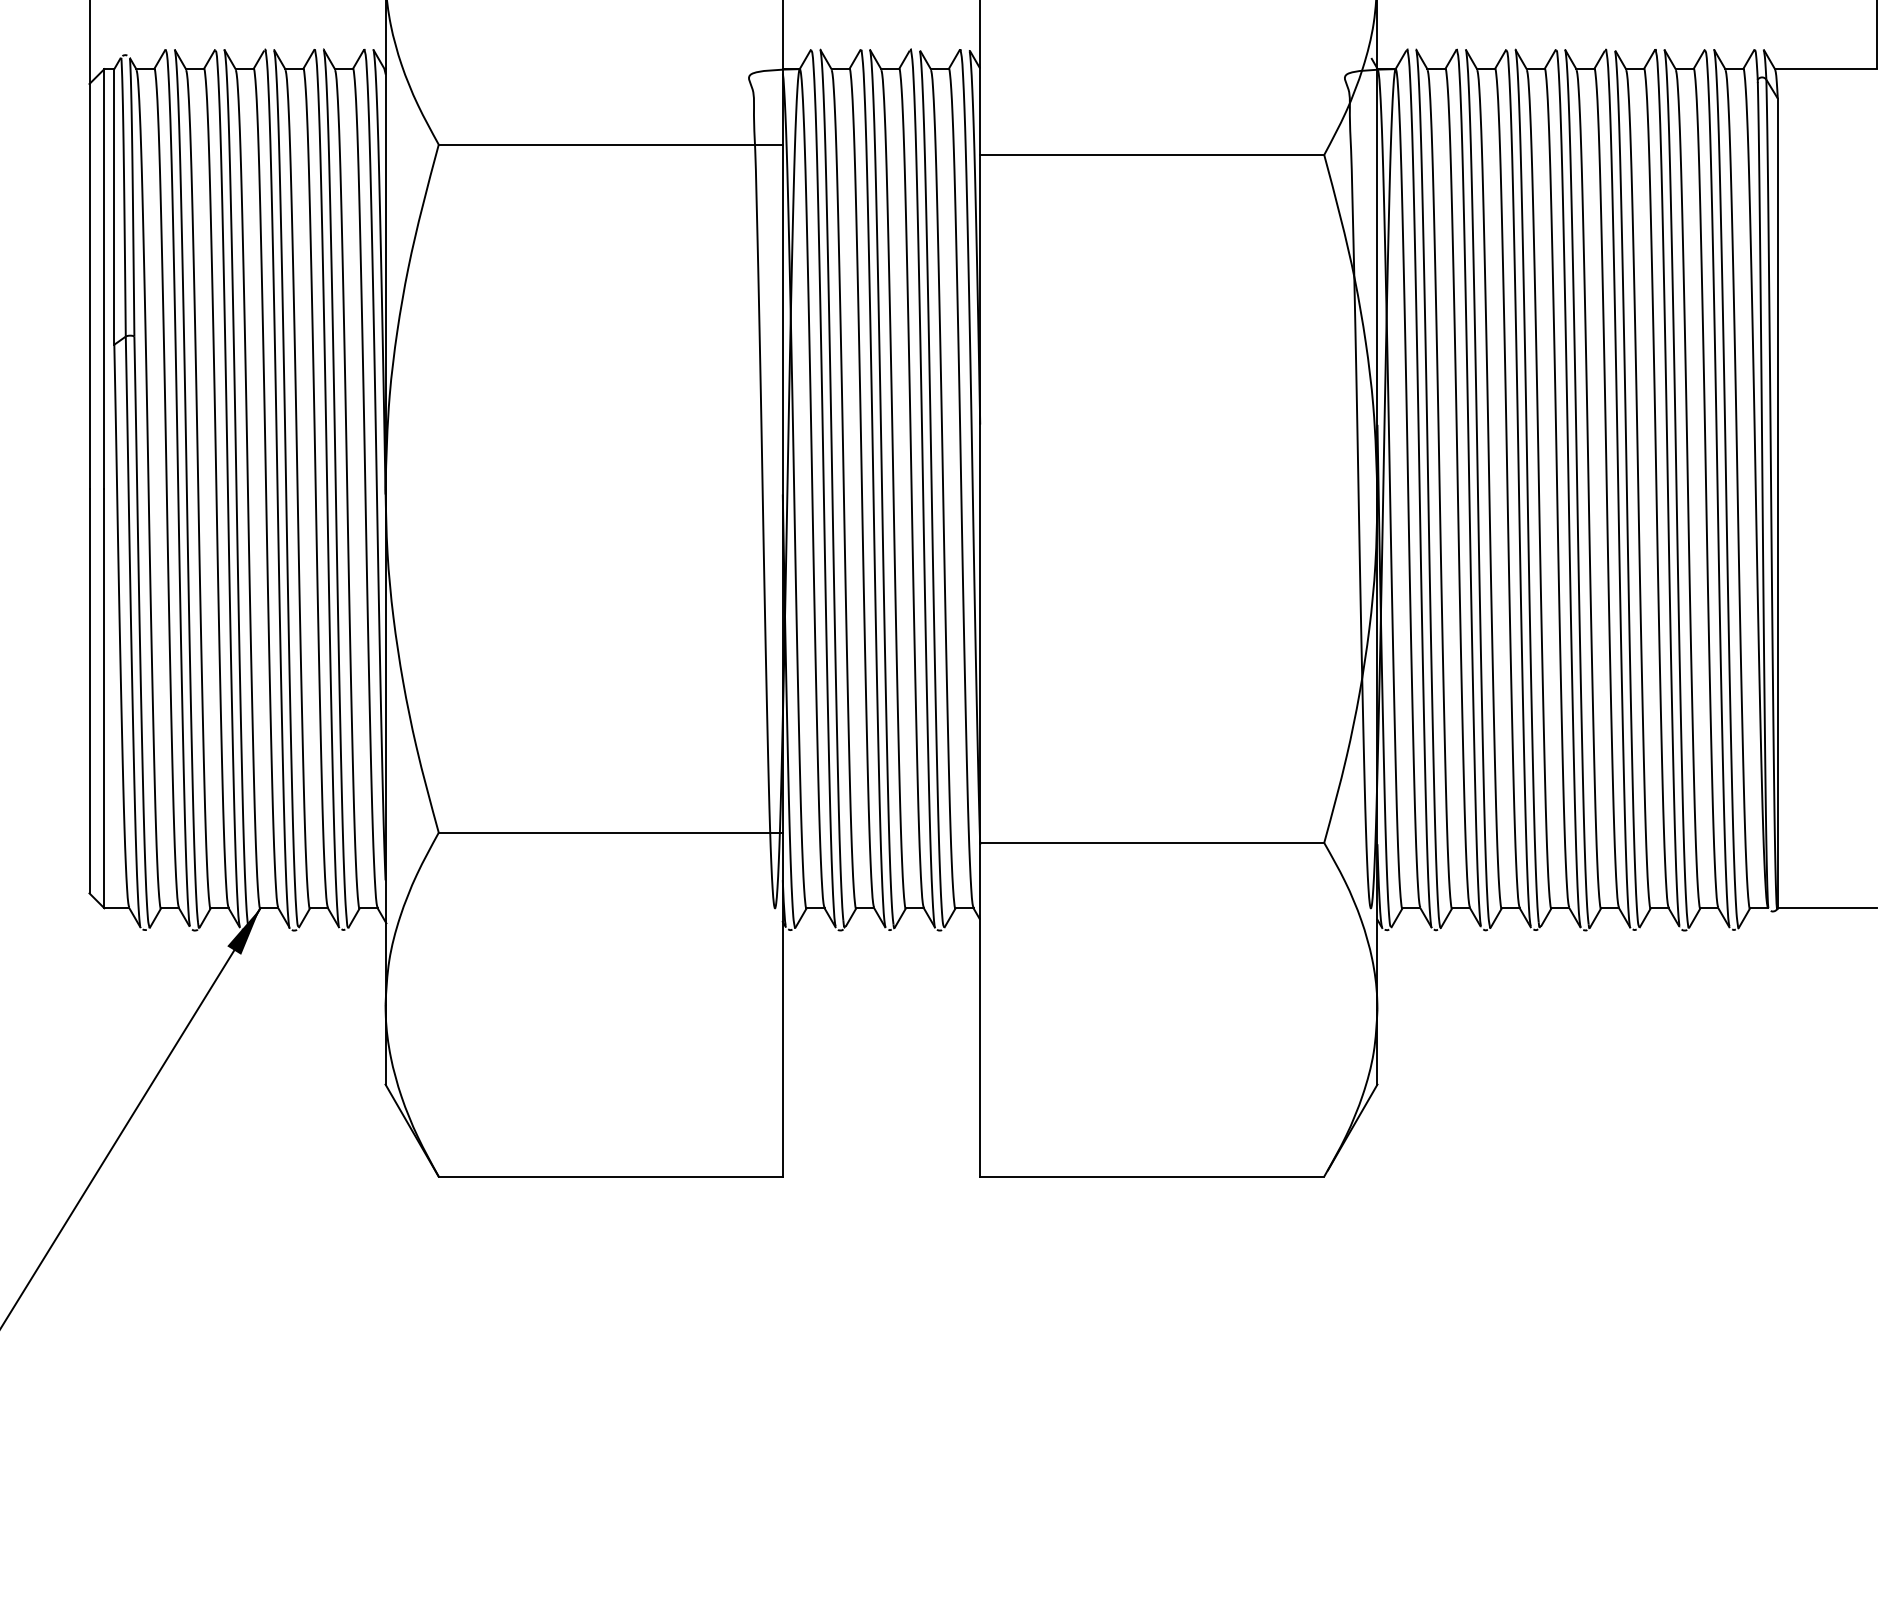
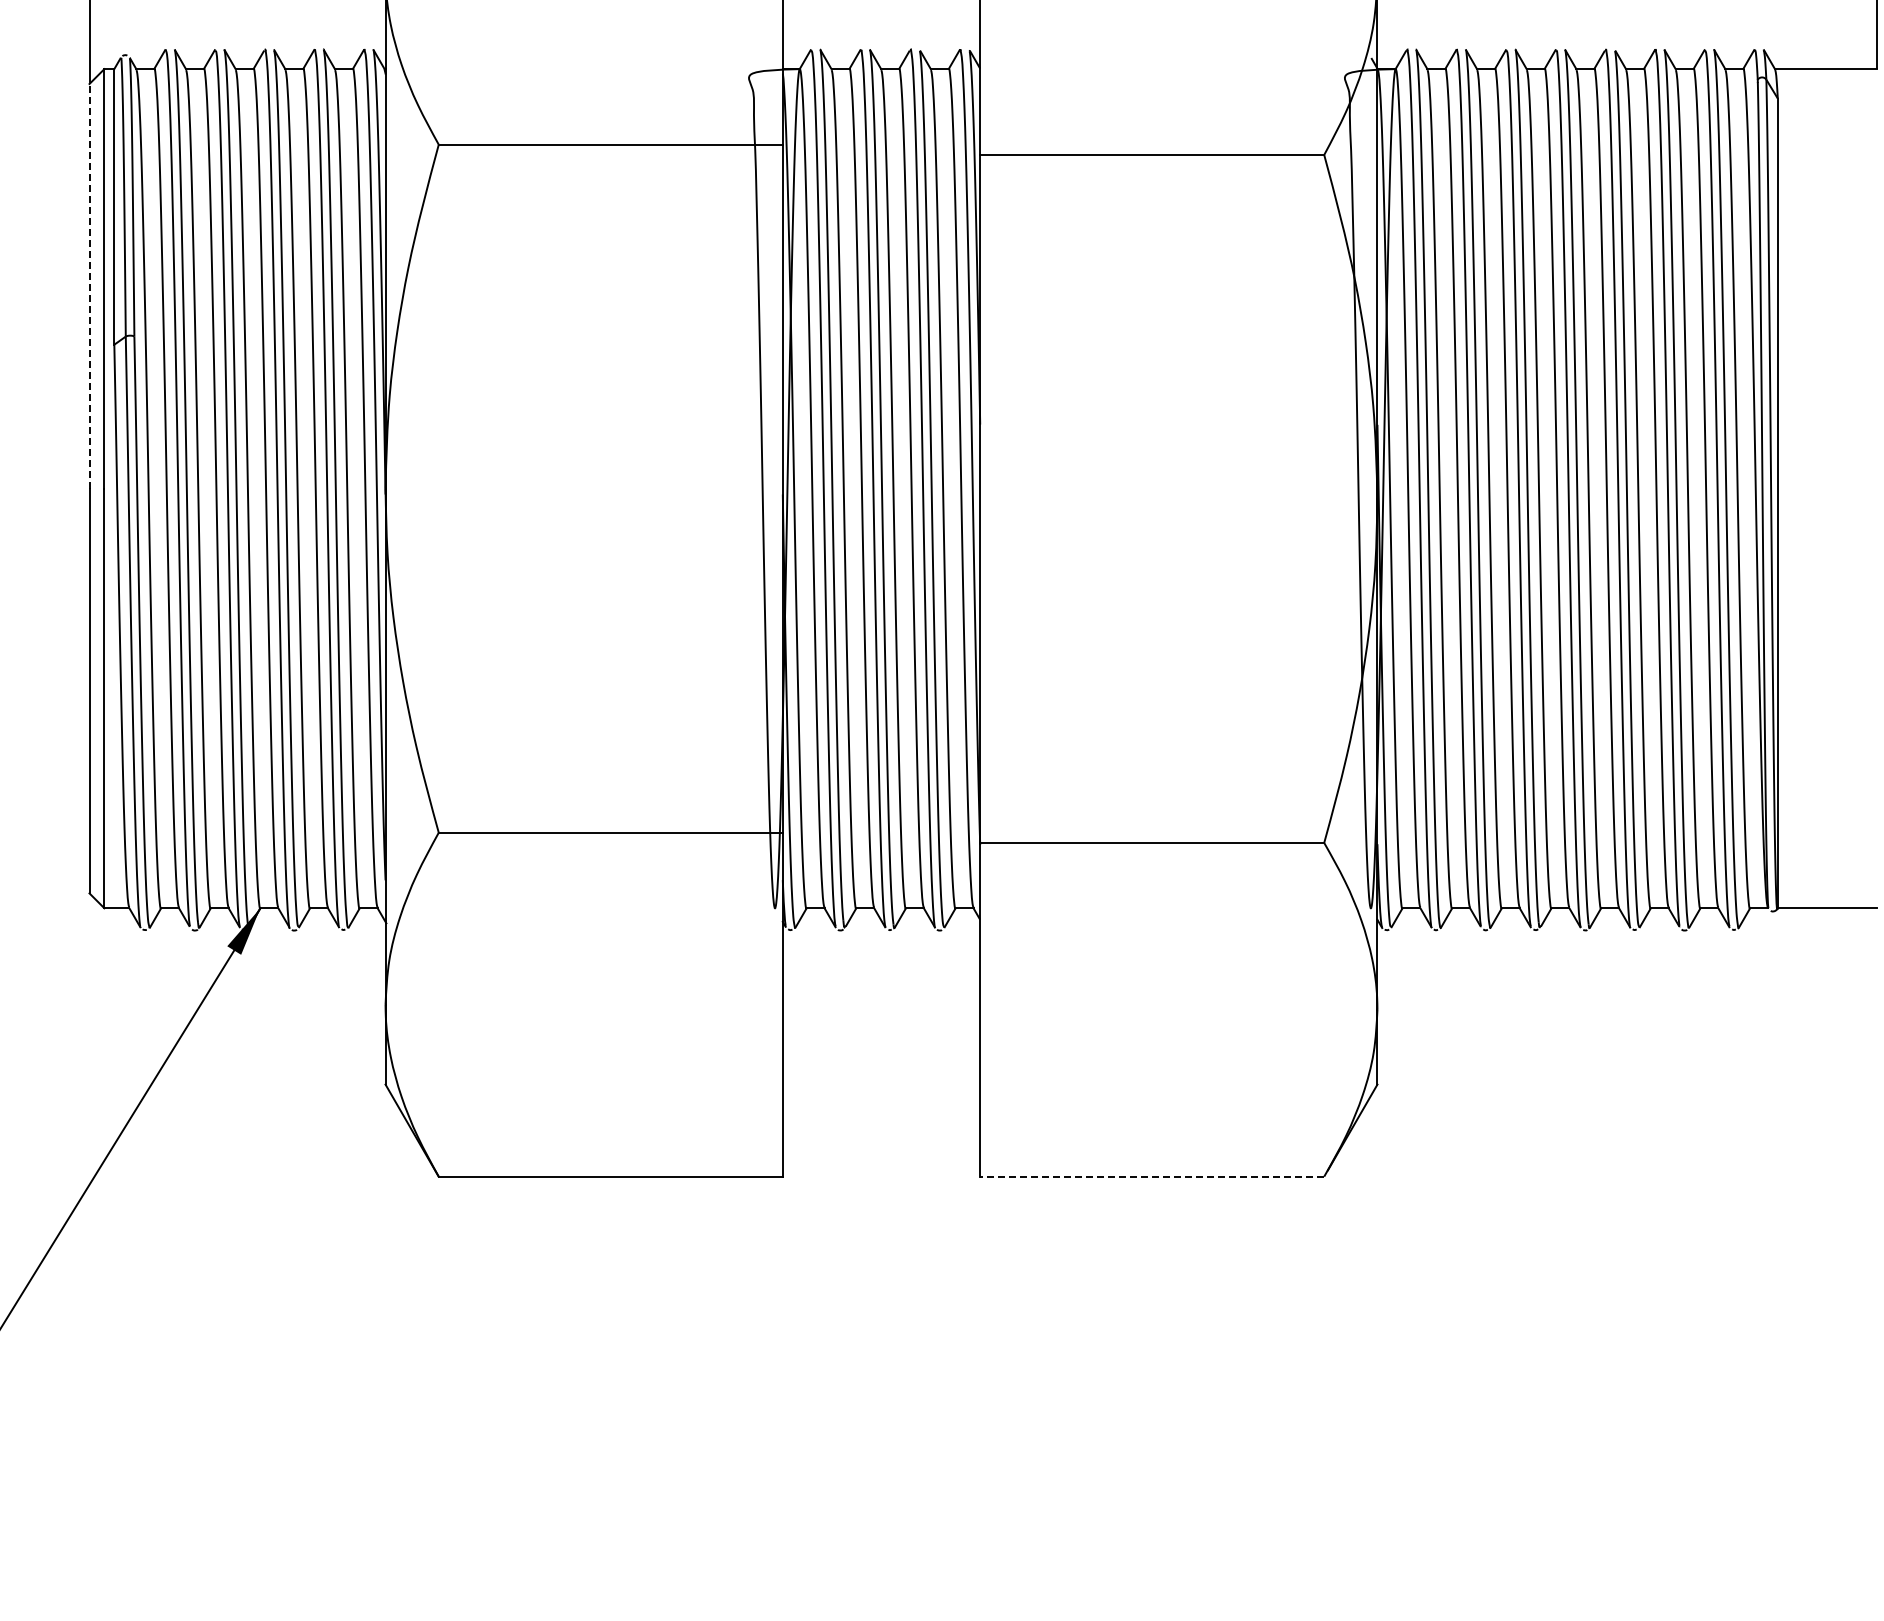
line at (89, 285): solid -> dashed
line at (1151, 1176): solid -> dashed
